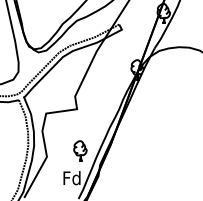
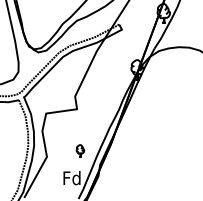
part at (80, 150) size: 15x22 px -> 11x14 px
